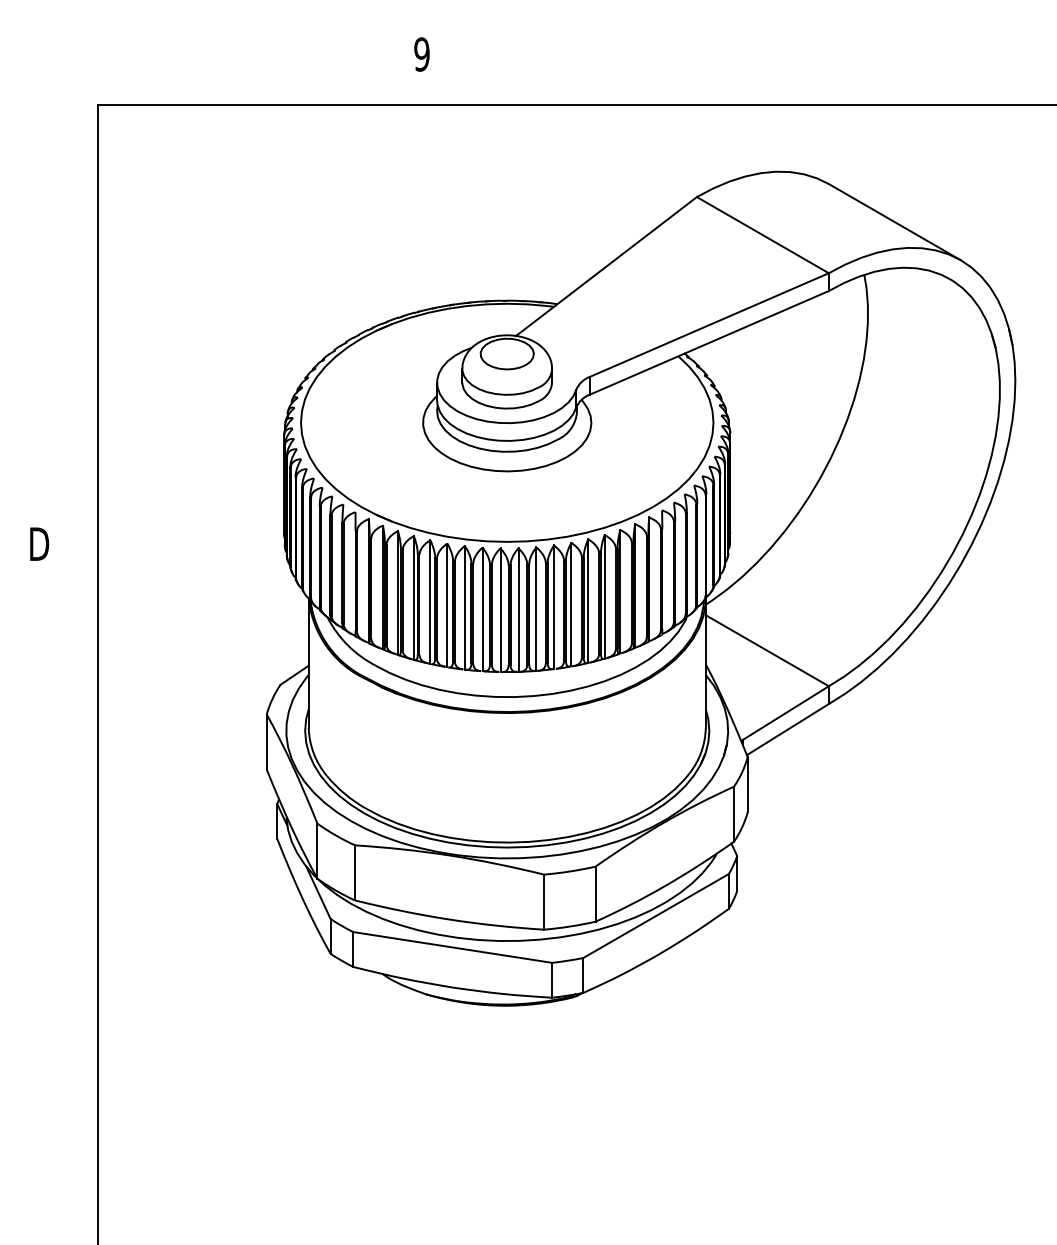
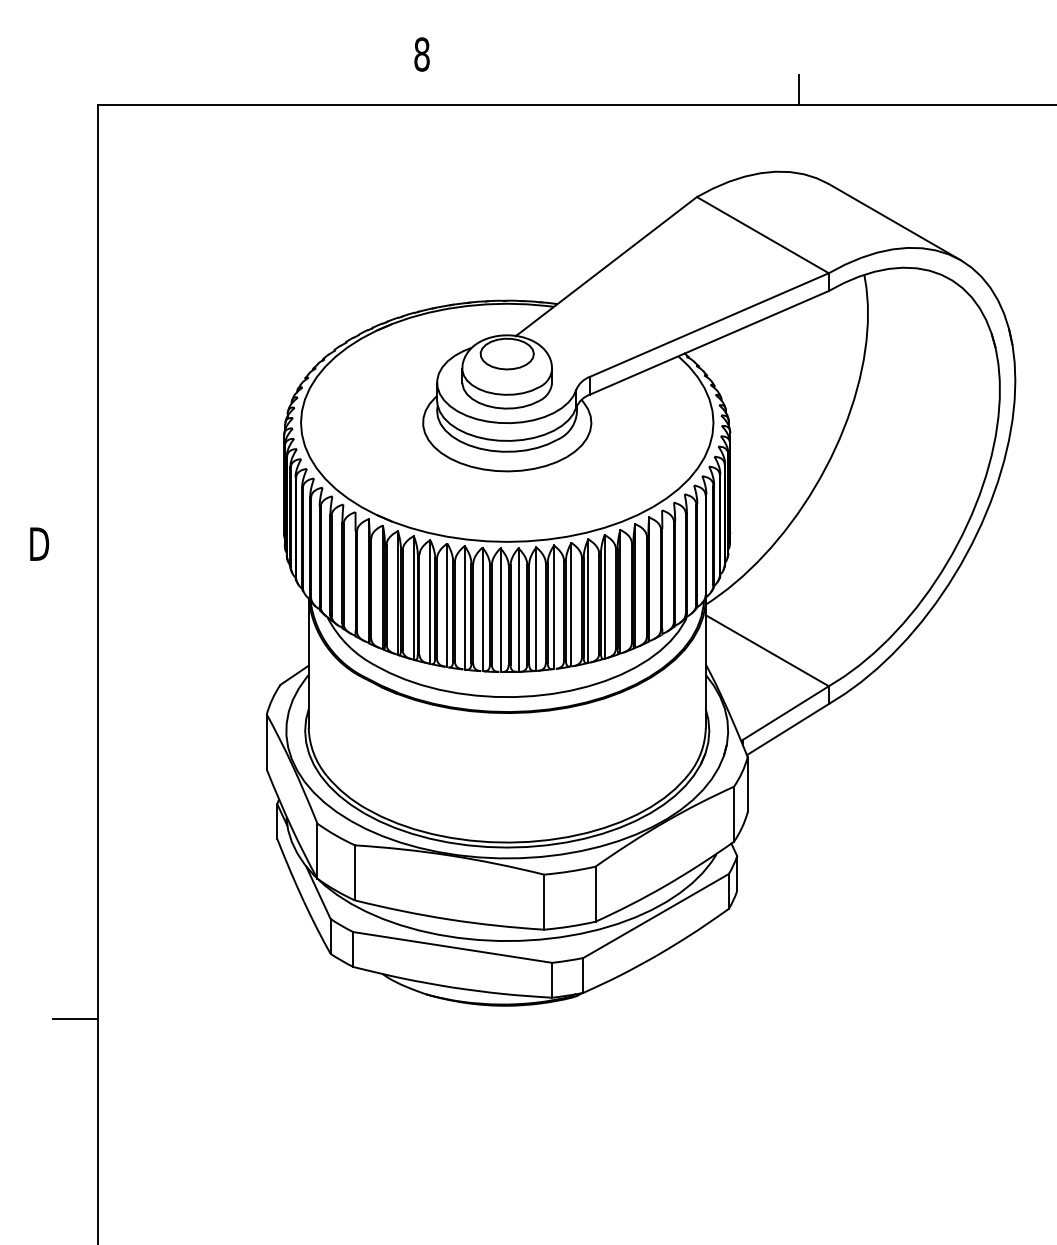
text at (421, 54): 9 -> 8
line at (799, 90): none -> present
line at (75, 1018): none -> present
